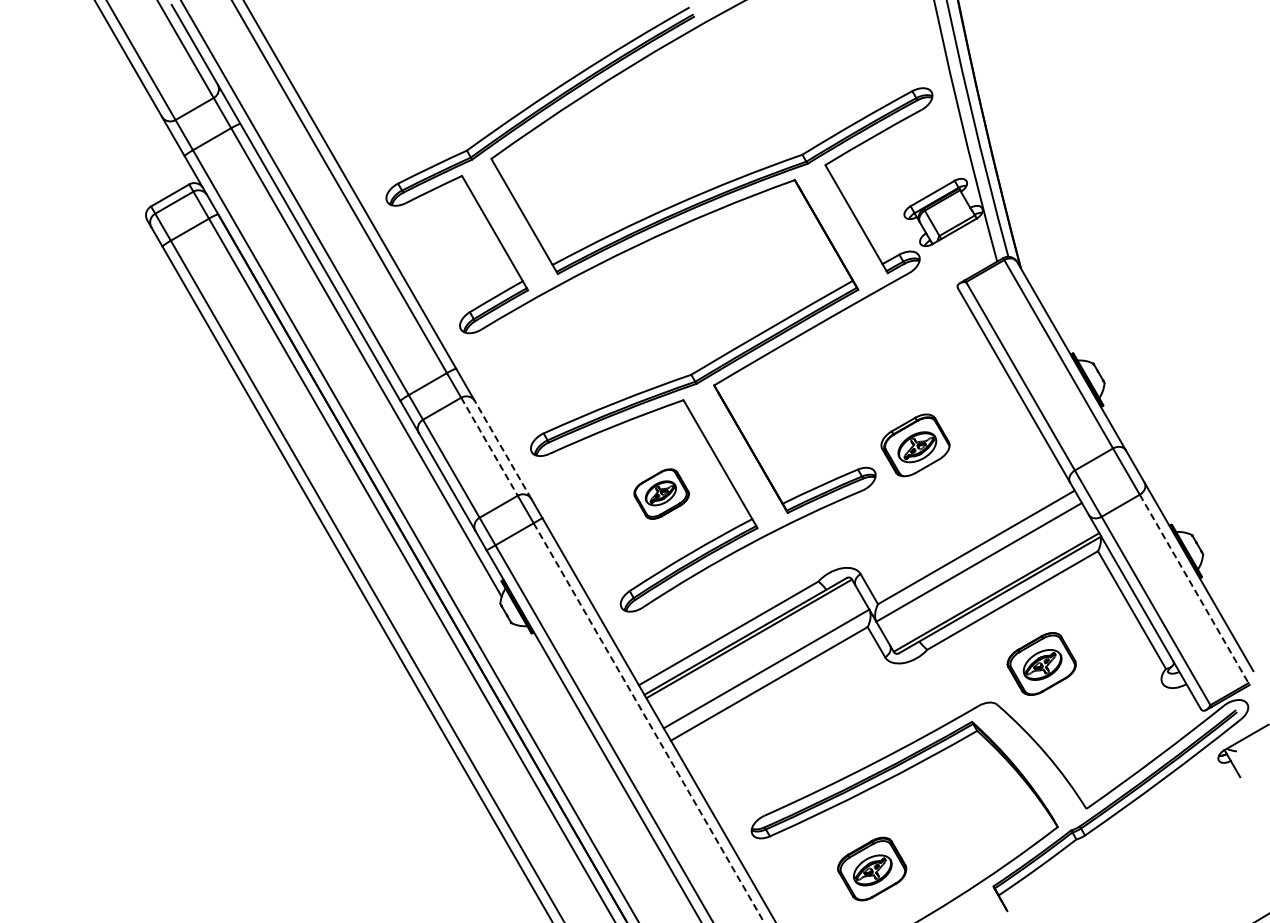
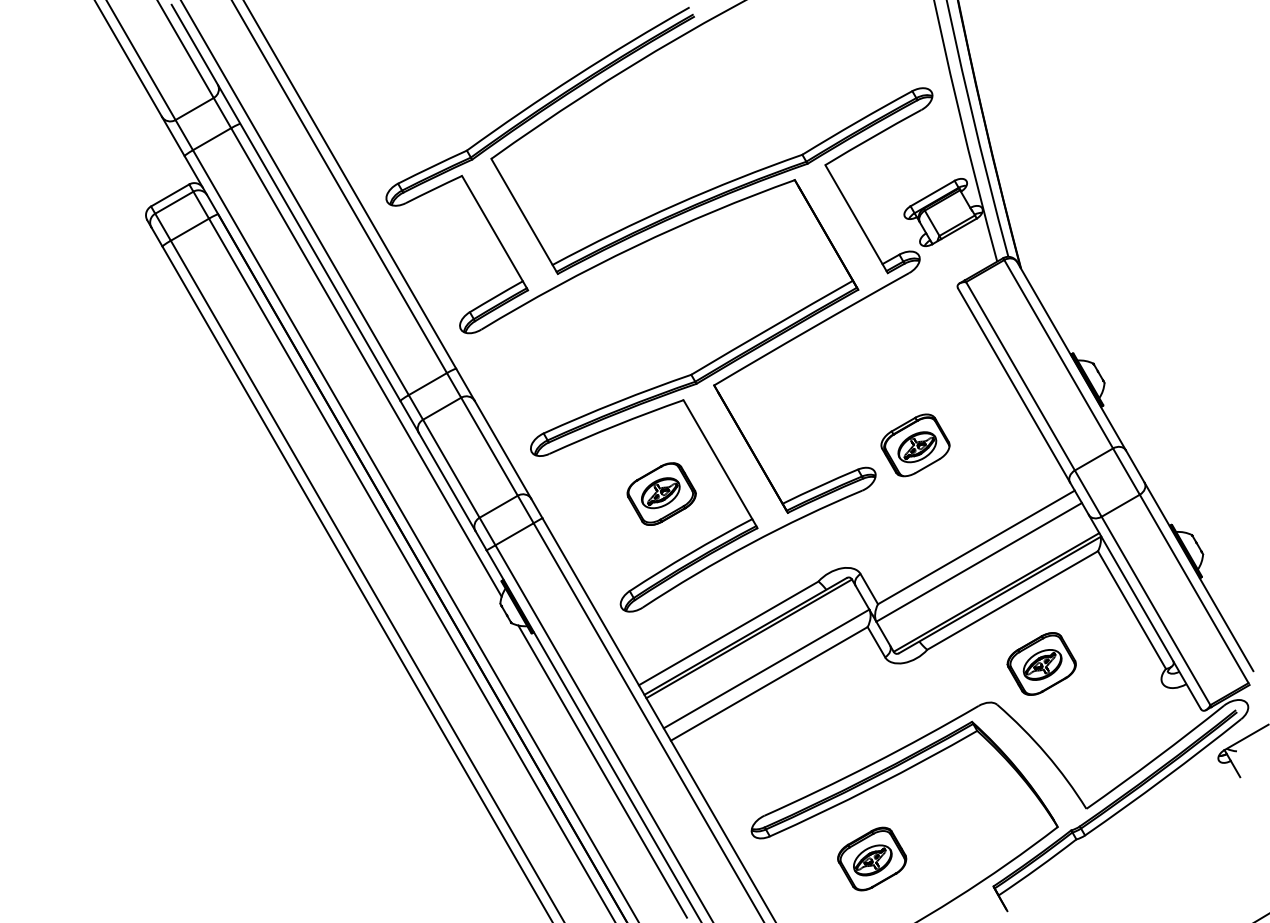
line at (489, 446): dashed -> solid
line at (503, 449): dashed -> solid
part at (661, 493) size: 57x52 px -> 71x64 px
line at (1194, 588): dashed -> solid
line at (649, 723): dashed -> solid
line at (602, 771): none -> present
part at (872, 868) position: (872, 868) -> (872, 858)
